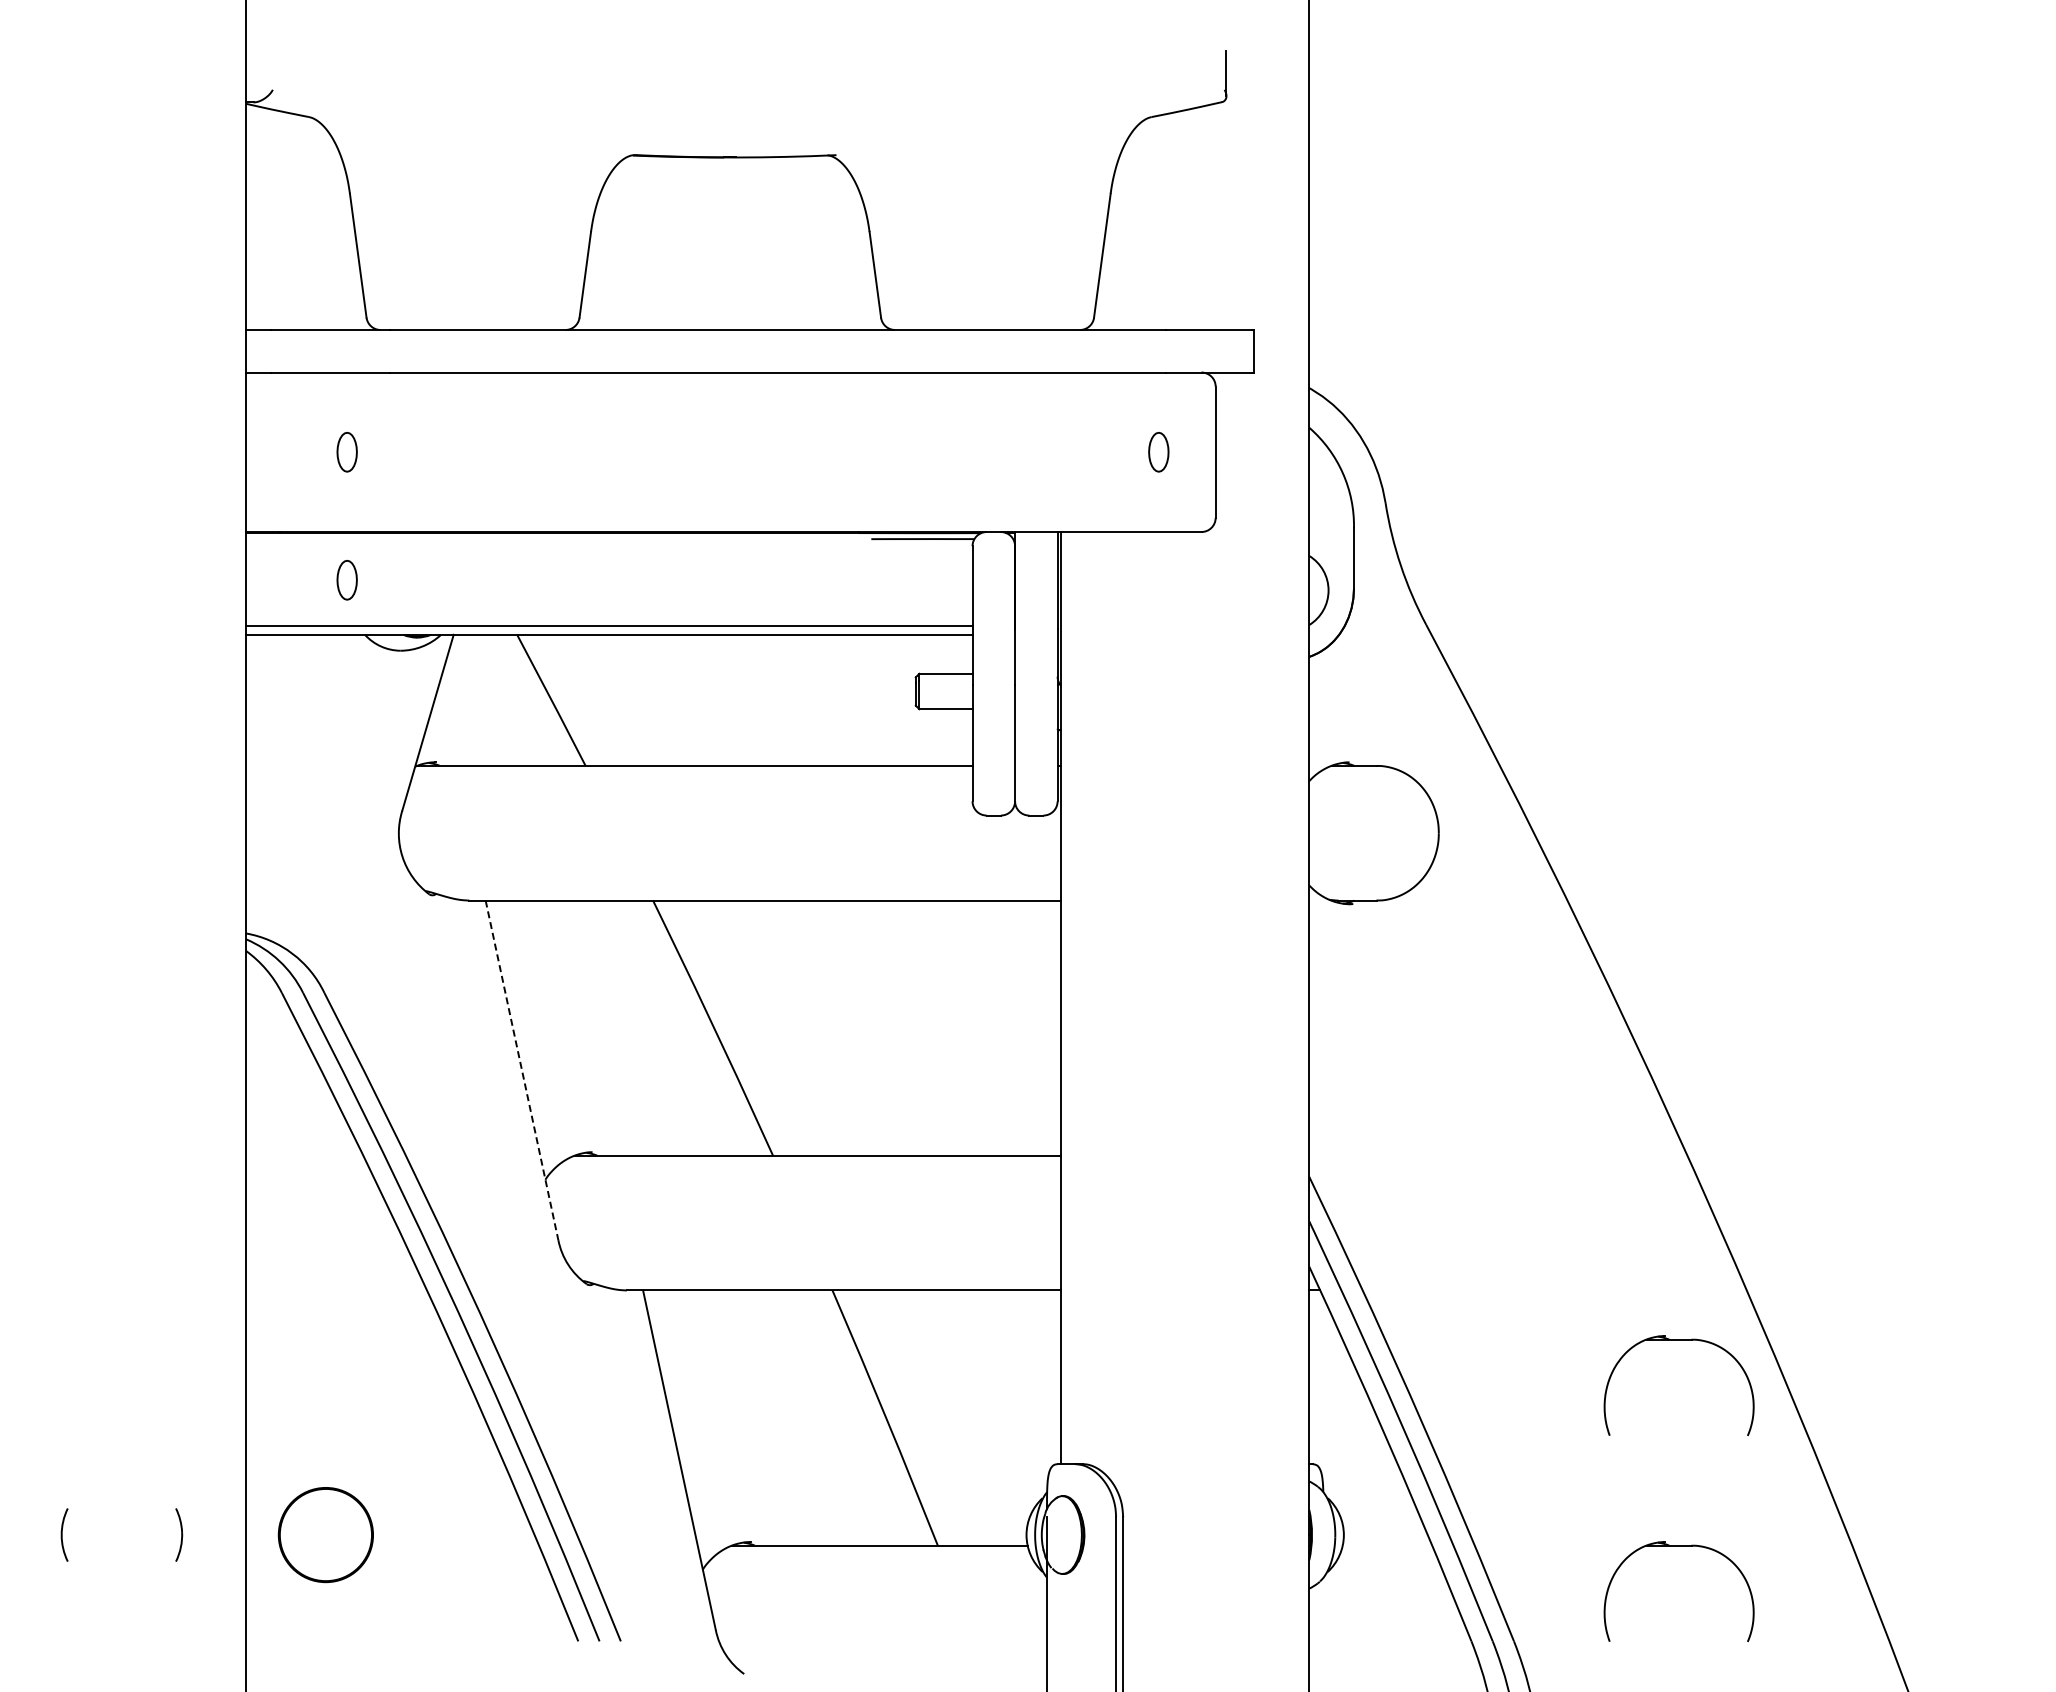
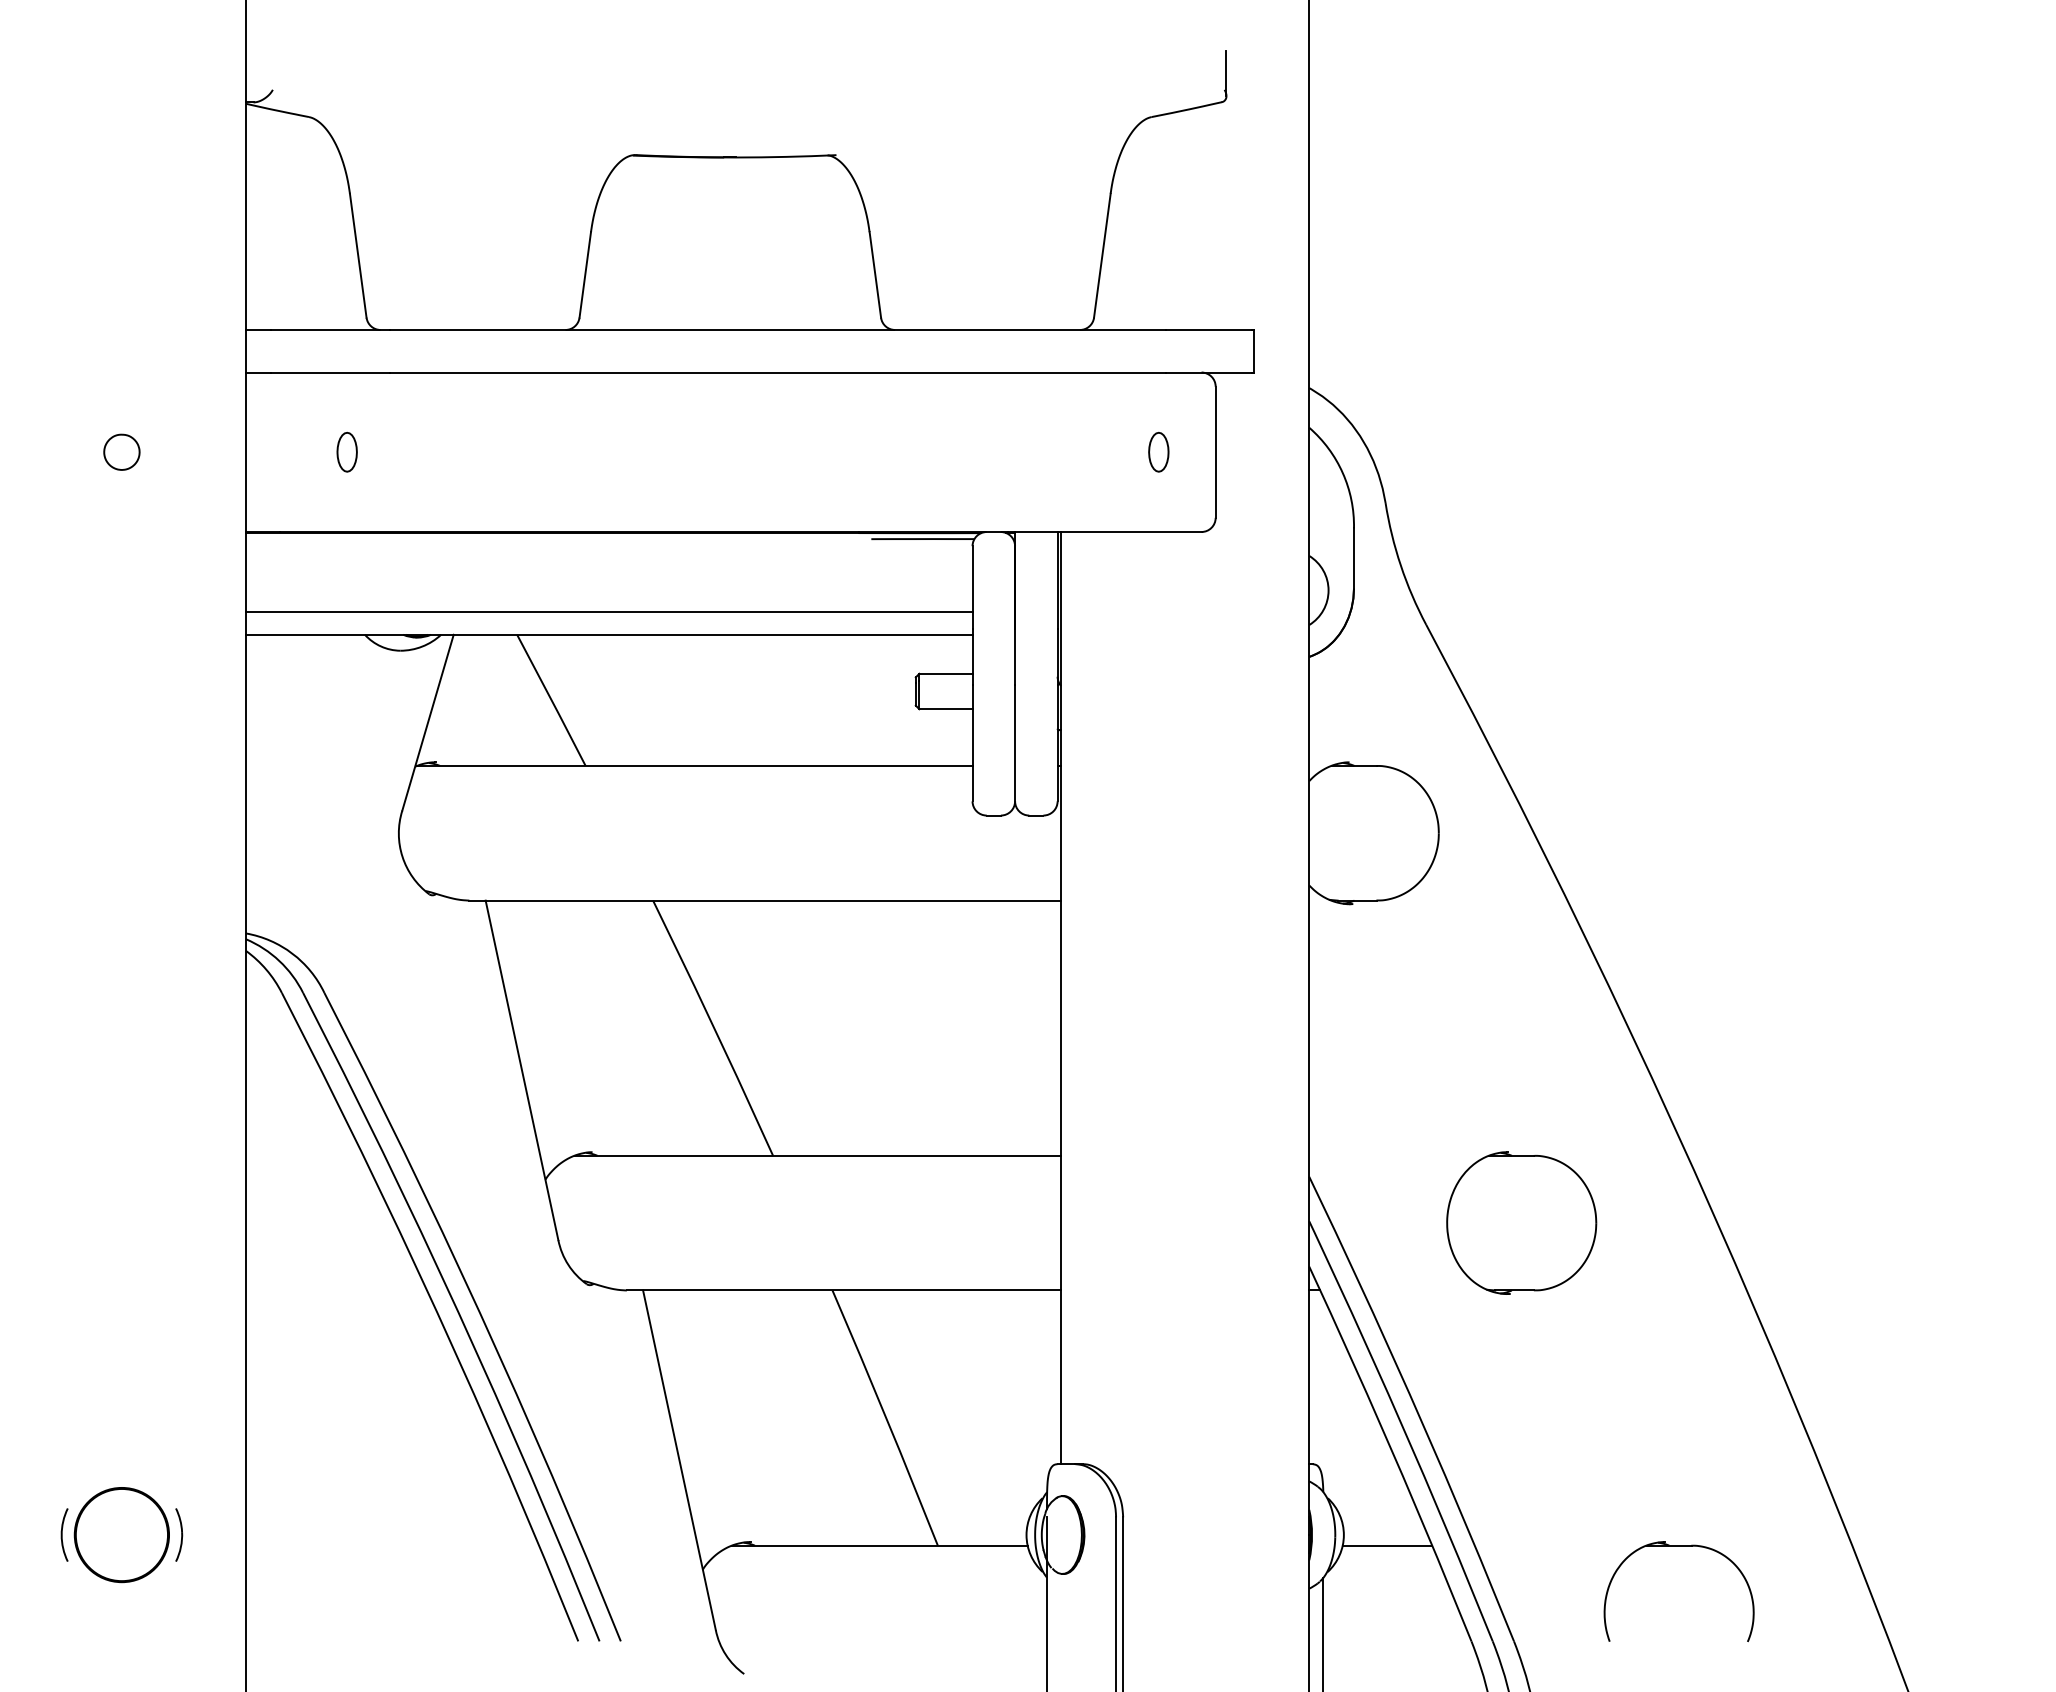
part at (121, 451): none -> present
part at (346, 579): present -> none
line at (608, 626) position: (608, 626) -> (608, 612)
line at (522, 1070): dashed -> solid
part at (1521, 1222): none -> present
part at (1678, 1340): present -> none
part at (325, 1535) position: (325, 1535) -> (121, 1535)
line at (1387, 1545): none -> present
line at (1323, 1632): none -> present
